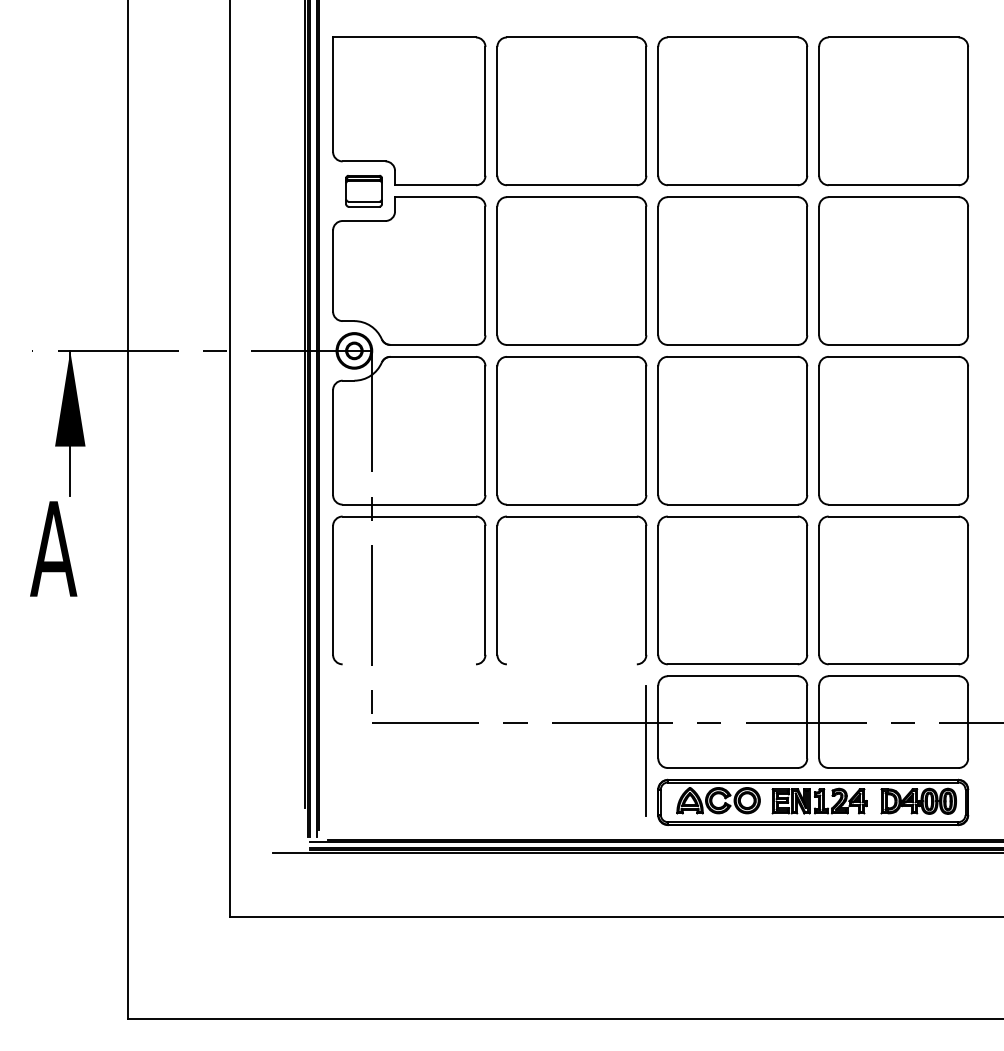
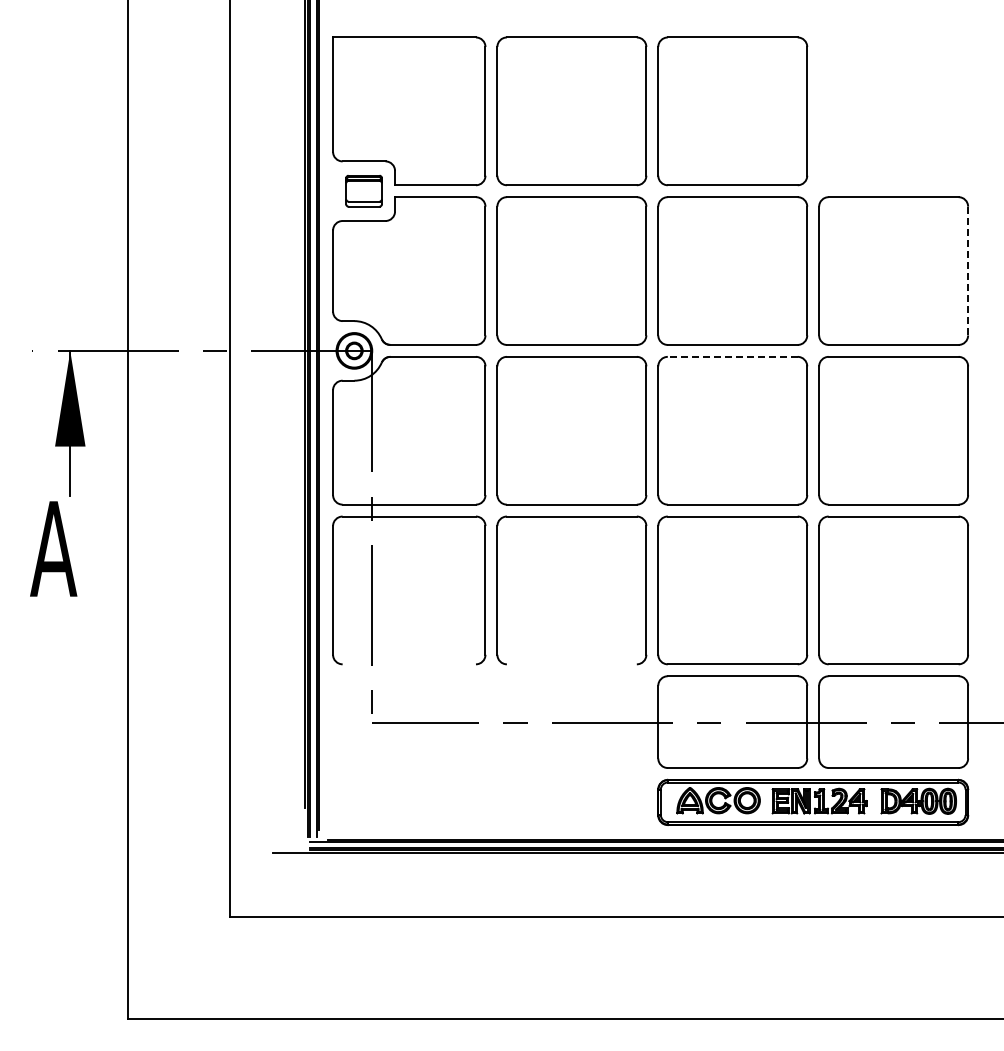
part at (893, 111): present -> none
line at (968, 270): solid -> dashed
line at (732, 356): solid -> dashed
line at (646, 750): present -> none
